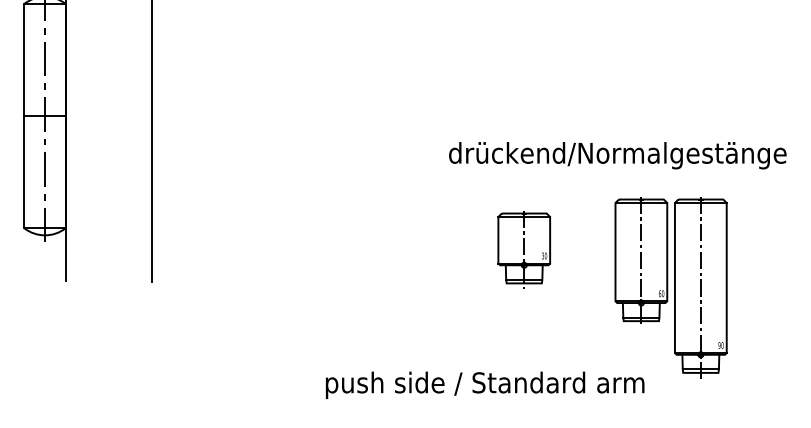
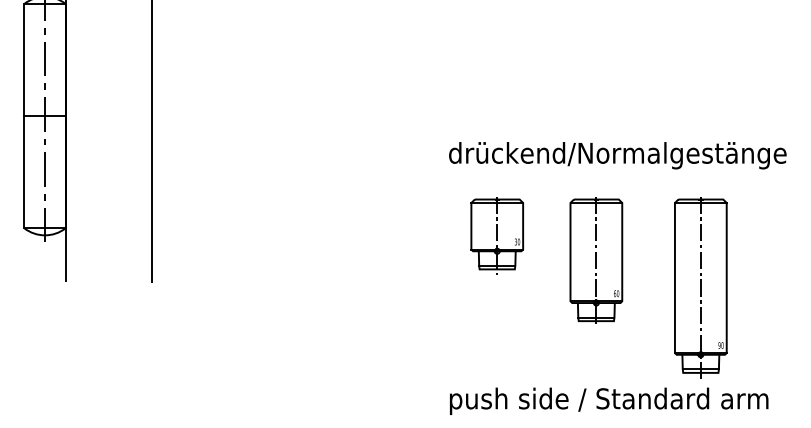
part at (523, 249) position: (523, 249) -> (496, 235)
part at (641, 260) position: (641, 260) -> (596, 260)
text at (485, 384) position: (485, 384) -> (609, 400)
